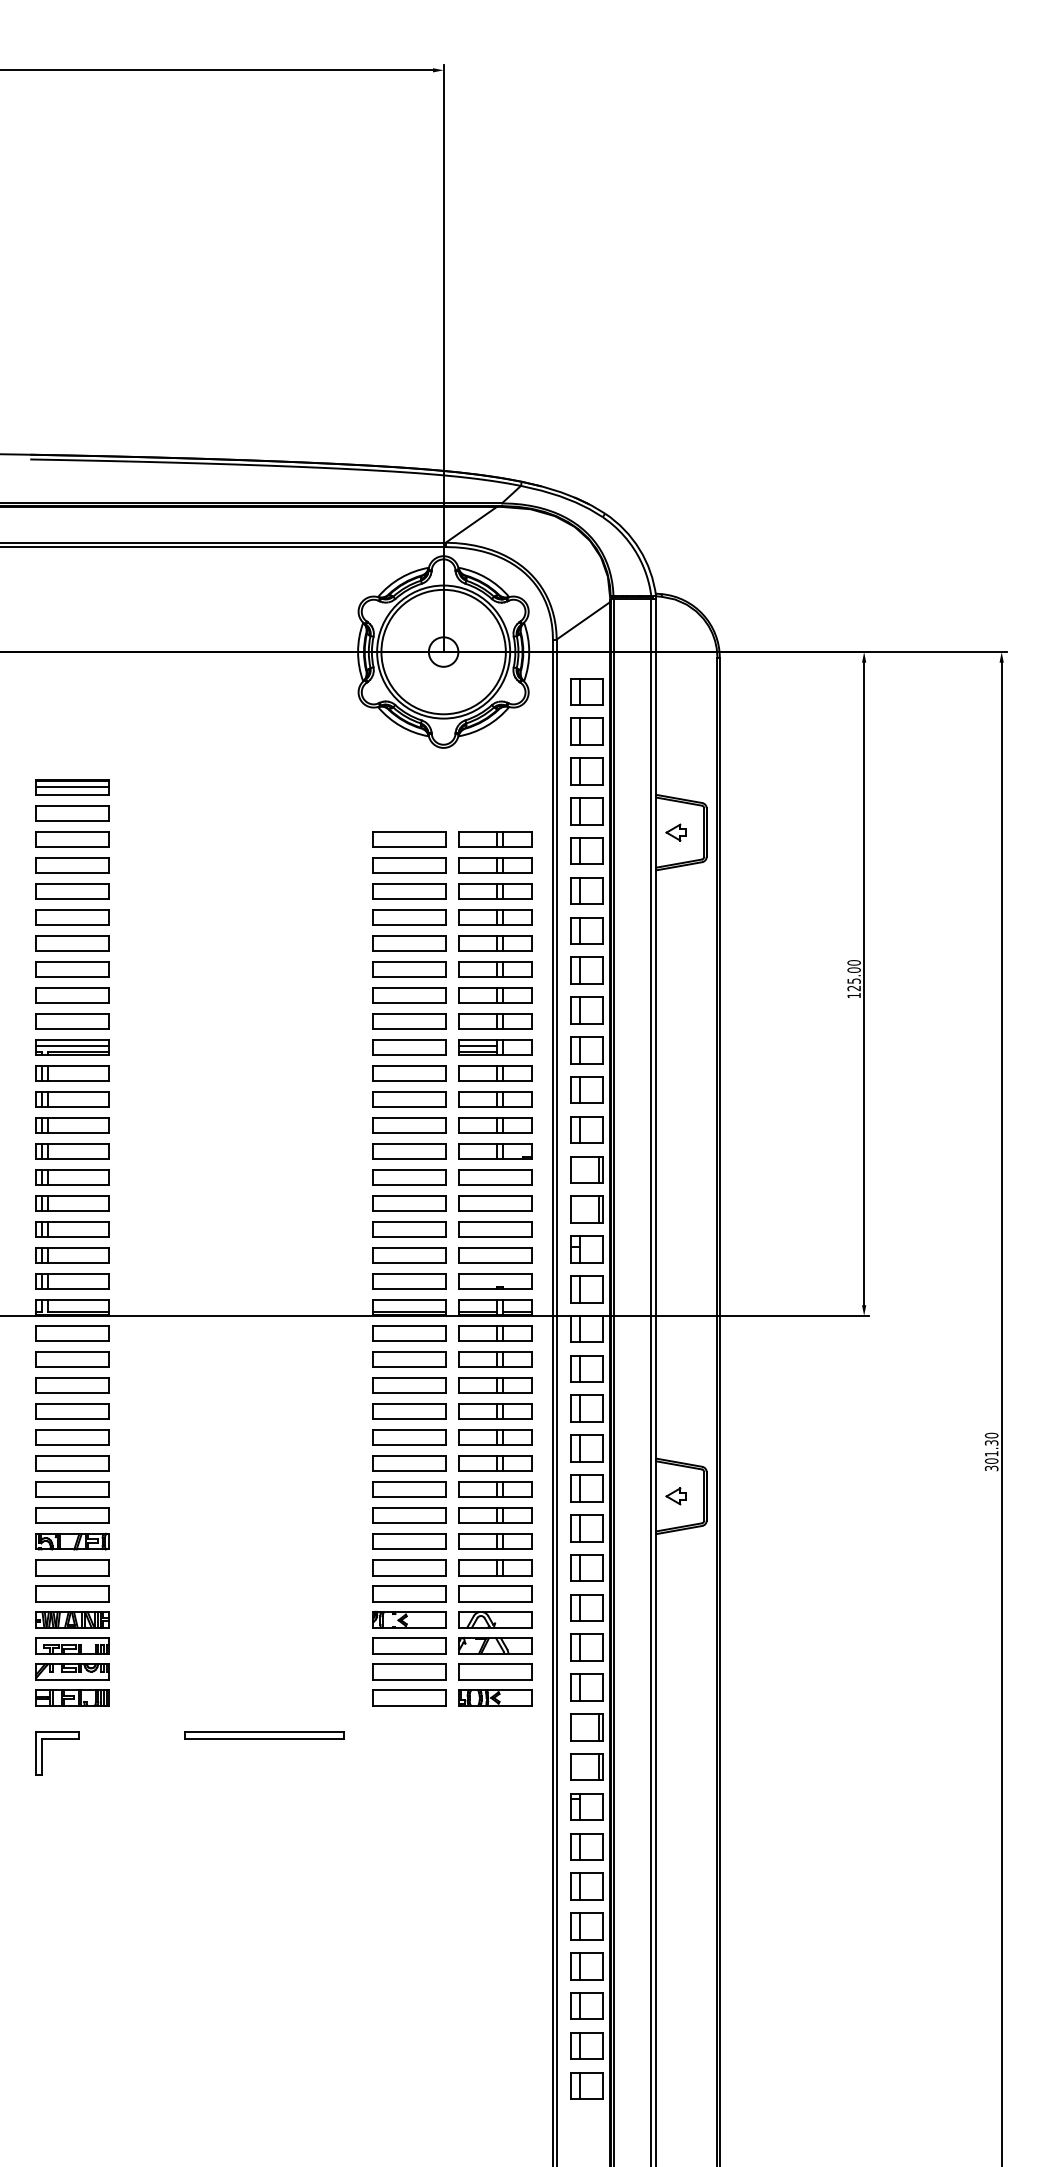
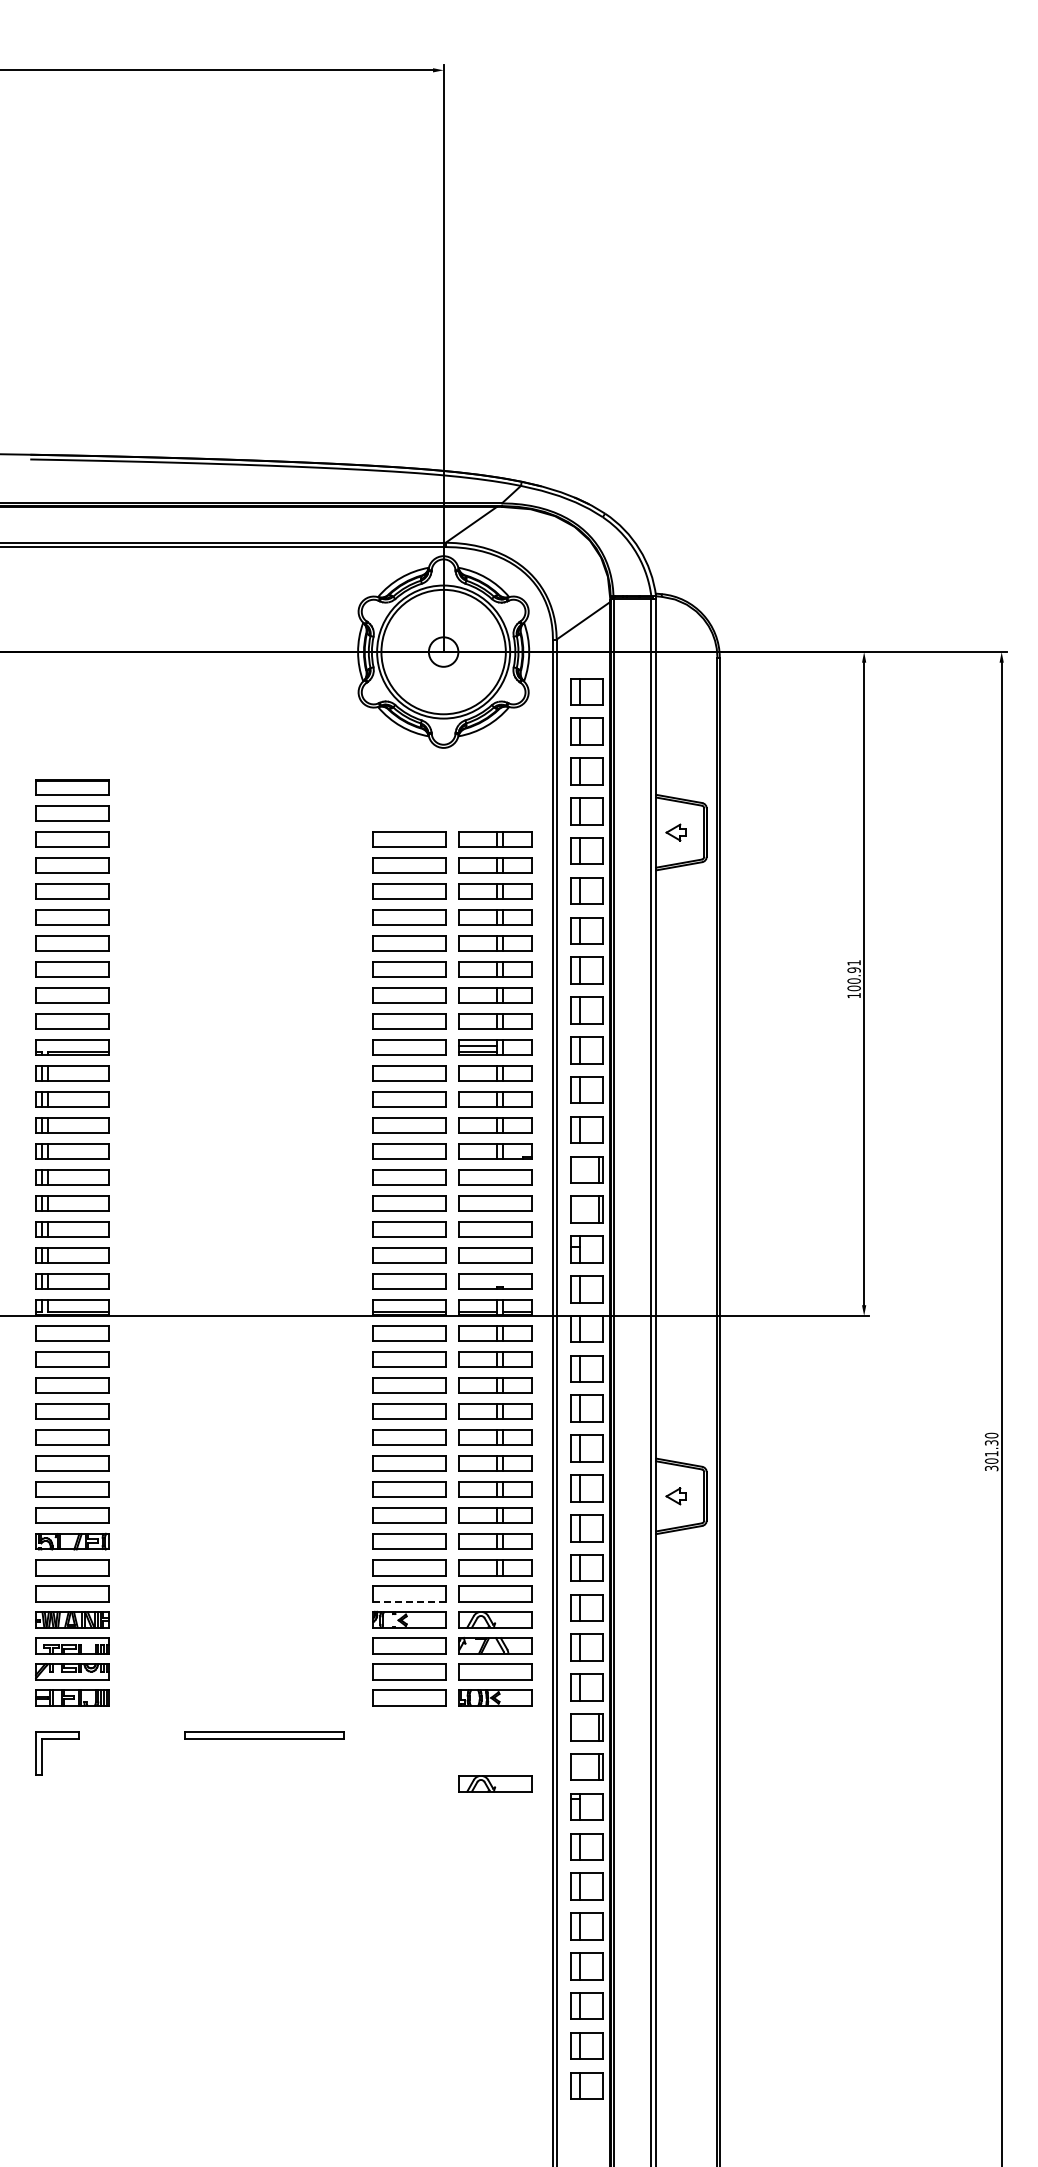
line at (72, 786): present -> none
text at (853, 975): 125.00 -> 100.91
line at (72, 1046): present -> none
line at (409, 1601): solid -> dashed
part at (495, 1783): none -> present
